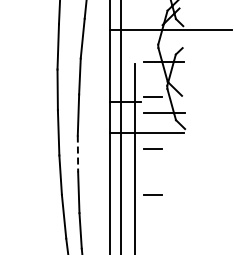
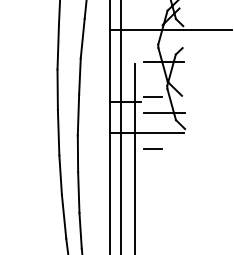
line at (77, 154): dashed -> solid
line at (152, 194): present -> none
